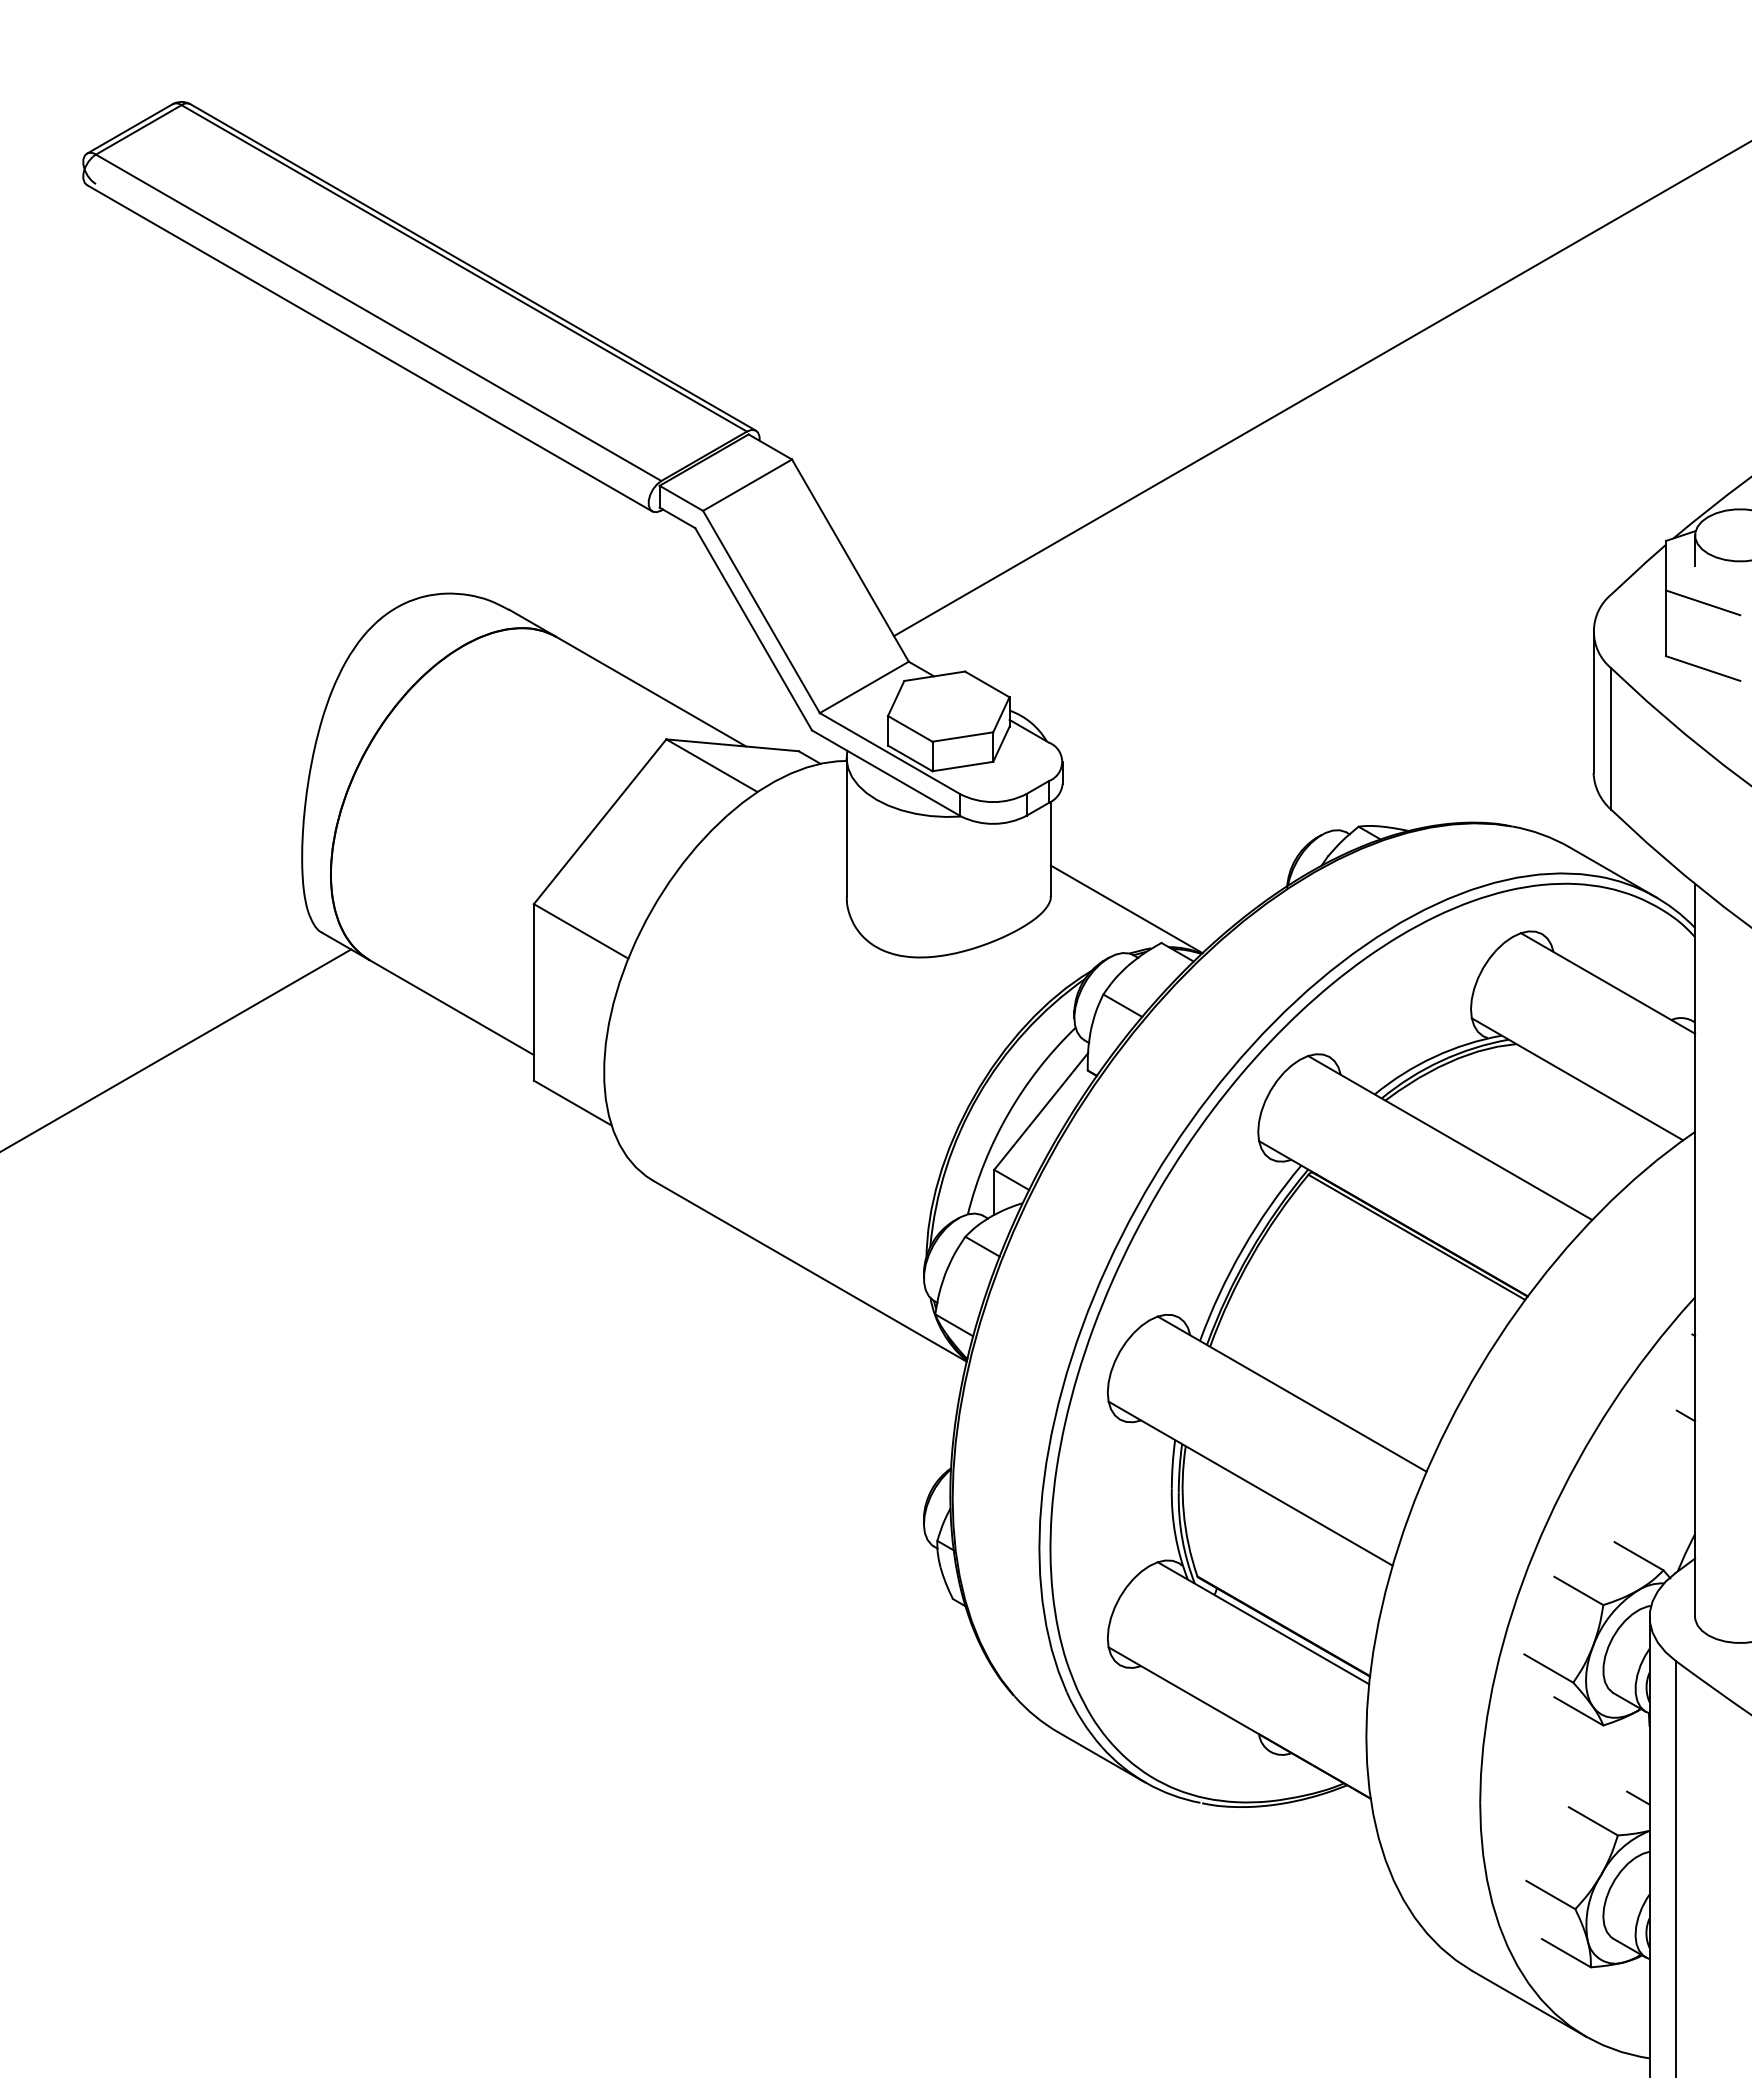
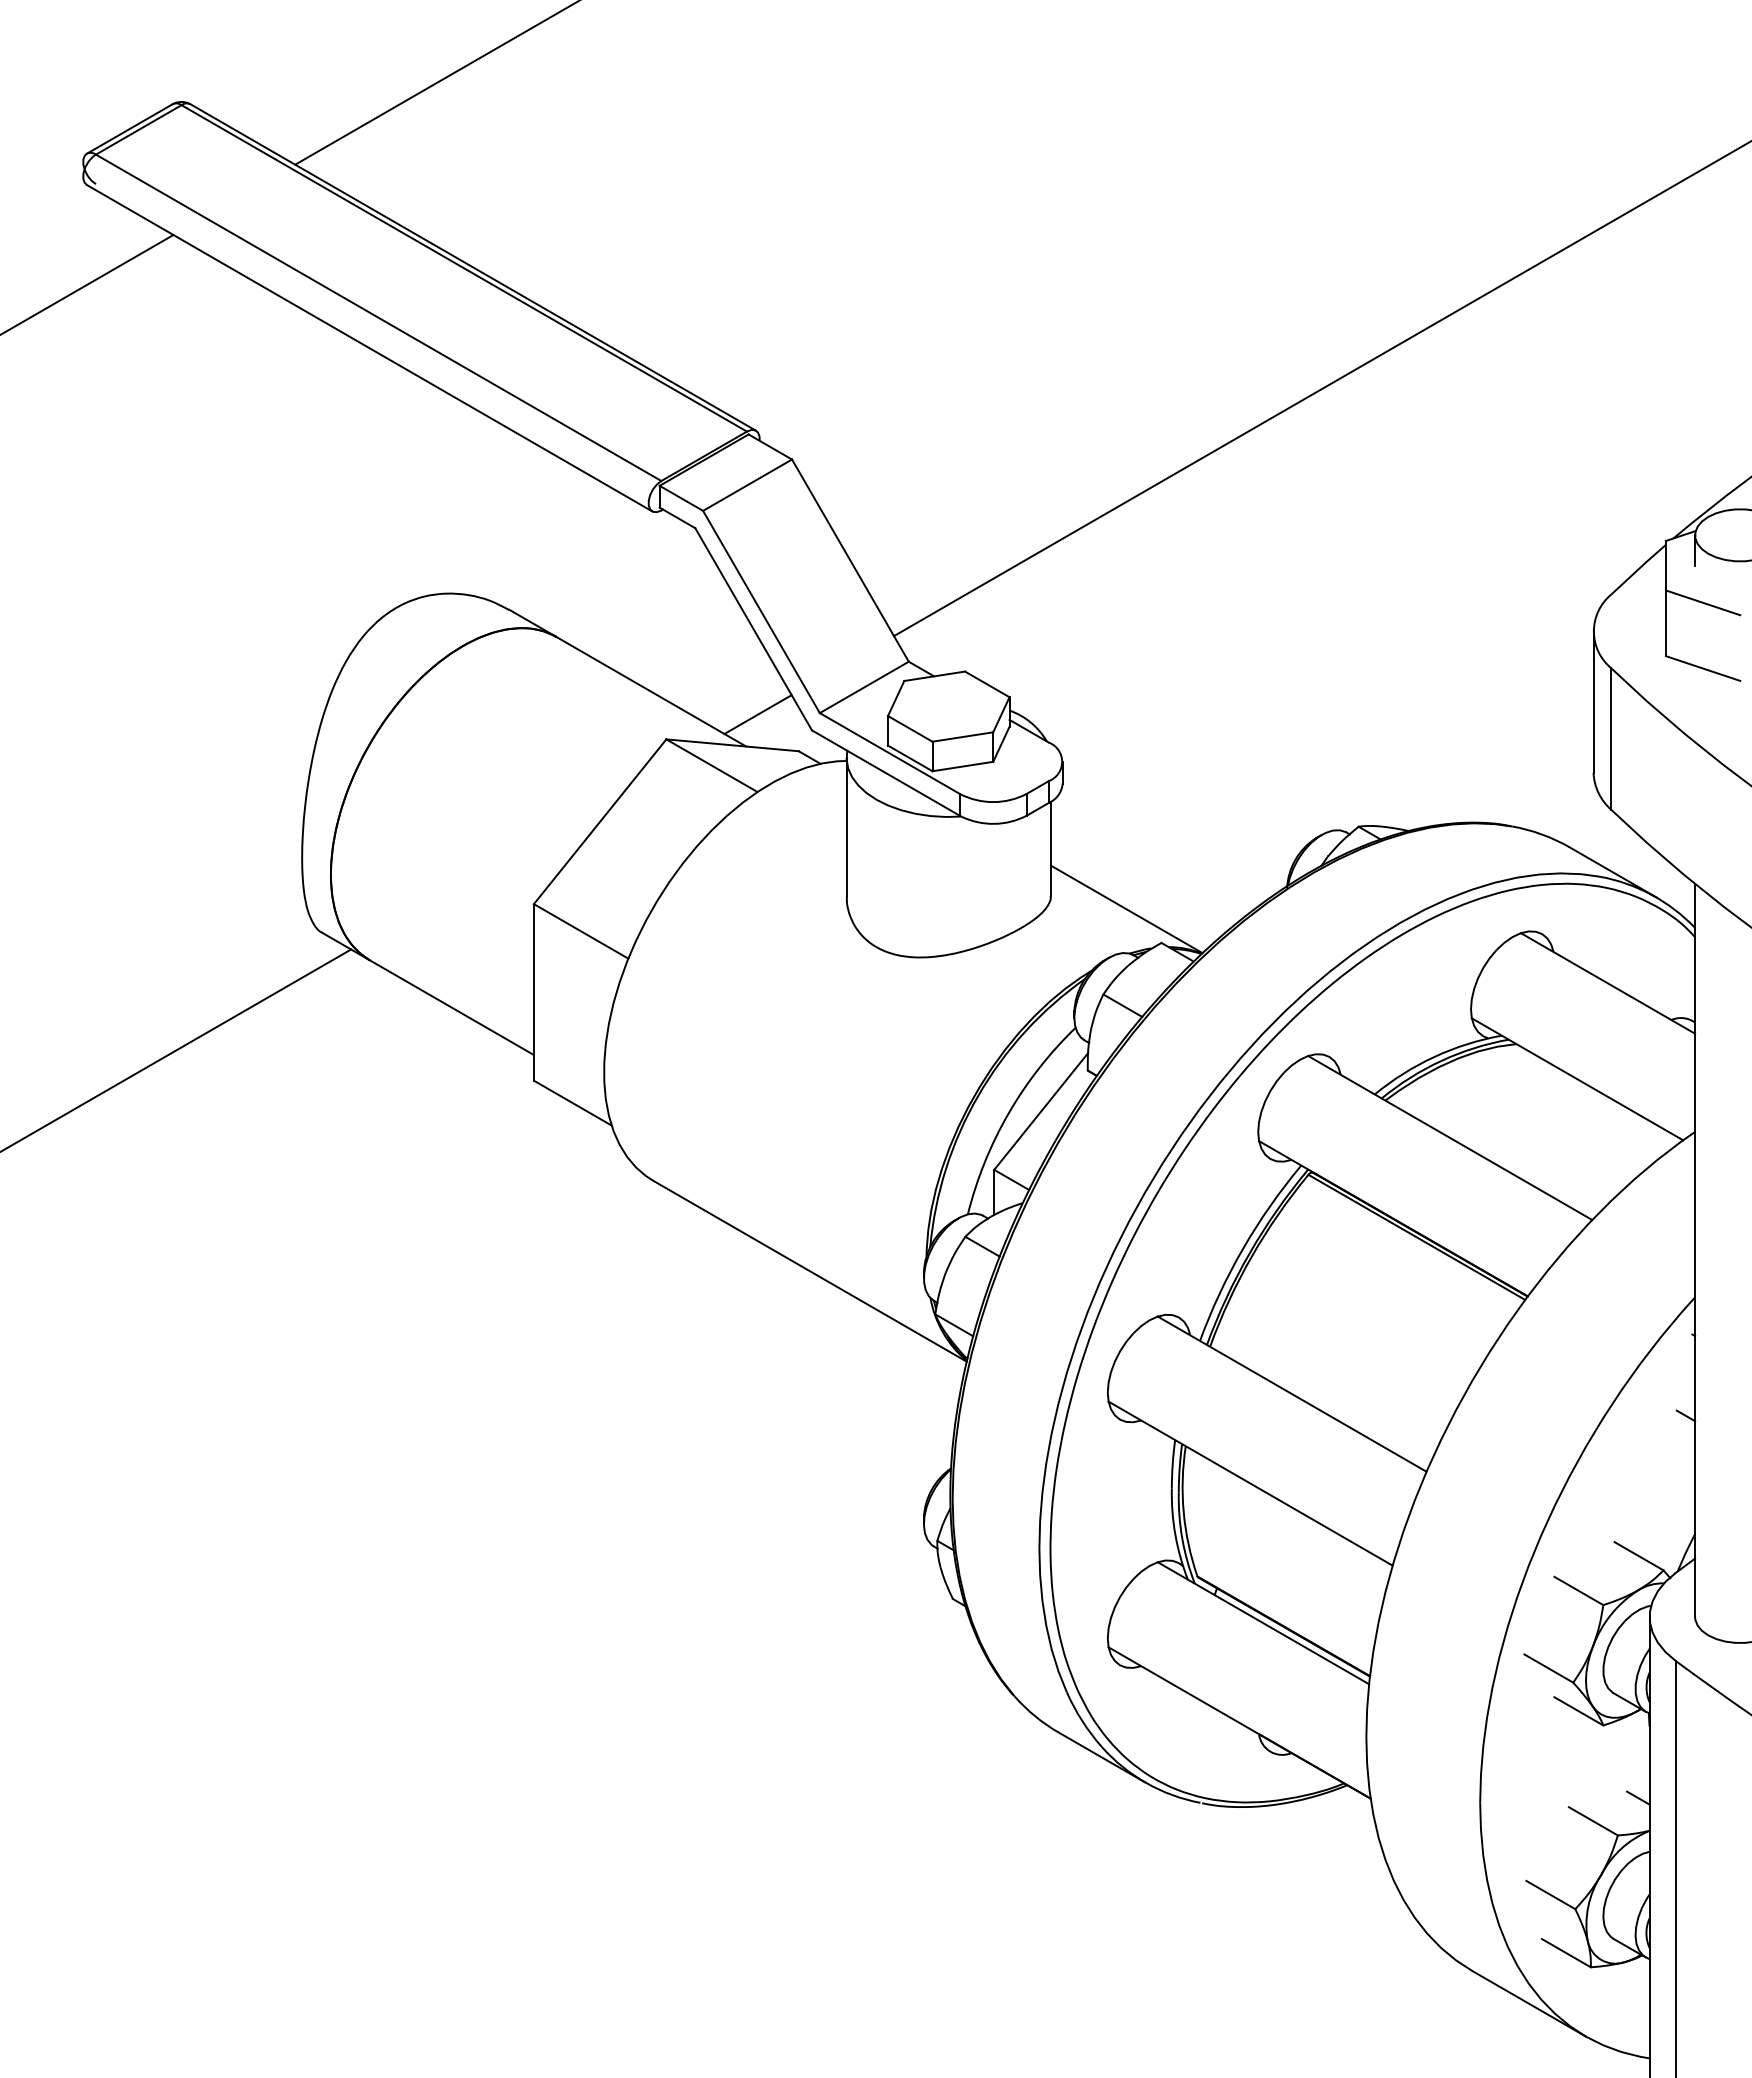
line at (435, 83): none -> present
line at (87, 284): none -> present
line at (757, 714): none -> present
